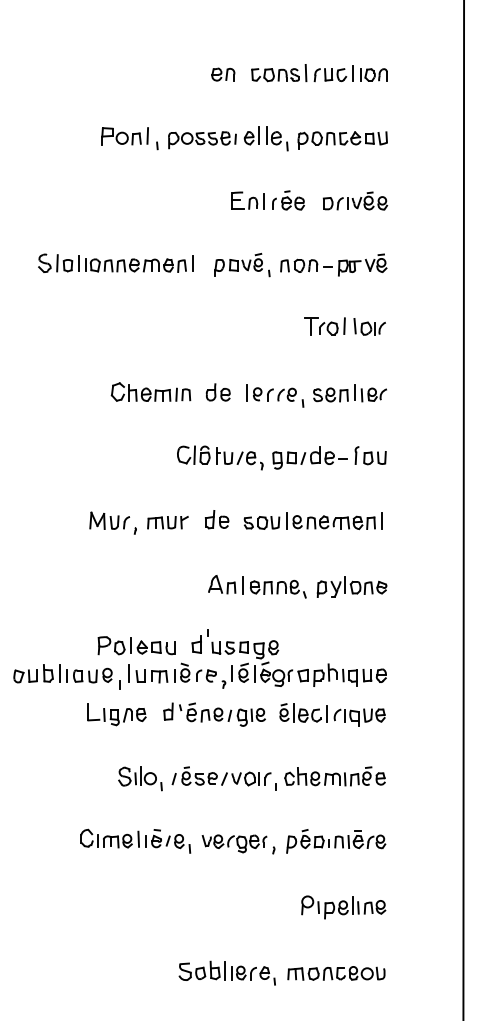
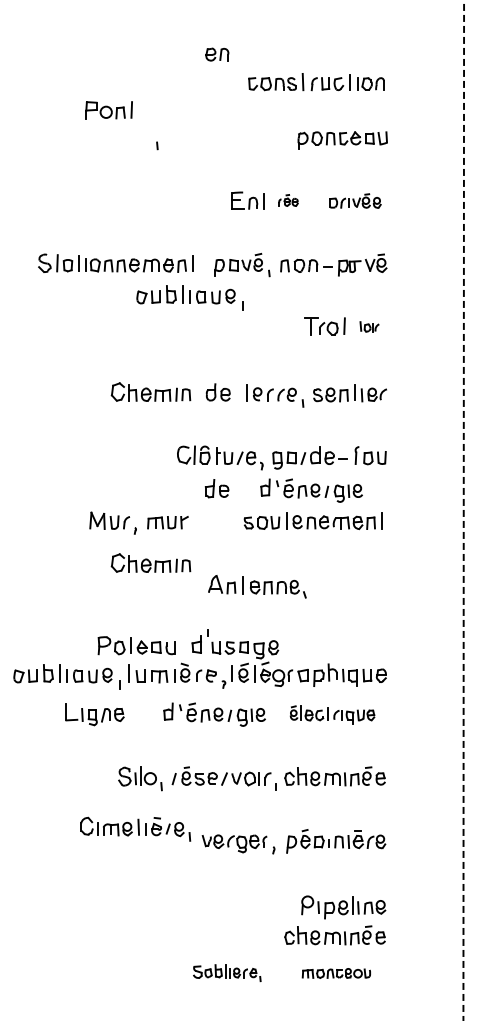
part at (319, 73) position: (319, 73) -> (316, 82)
part at (223, 74) position: (223, 74) -> (217, 54)
part at (124, 136) position: (124, 136) -> (108, 110)
part at (228, 138): present -> none
part at (288, 200) size: 33x21 px -> 21x13 px
part at (355, 200) size: 67x20 px -> 53x16 px
part at (189, 297): none -> present
part at (369, 326) size: 33x18 px -> 21x12 px
part at (311, 490): none -> present
line at (463, 510): solid -> dashed
part at (216, 519) position: (216, 519) -> (216, 488)
part at (150, 562): none -> present
part at (351, 586): present -> none
part at (116, 714) position: (116, 714) -> (94, 714)
part at (332, 714) size: 107x24 px -> 87x20 px
part at (135, 840) position: (135, 840) -> (135, 828)
part at (334, 935): none -> present
part at (226, 972) size: 98x26 px -> 69x19 px
part at (336, 973) size: 99x15 px -> 70x11 px
